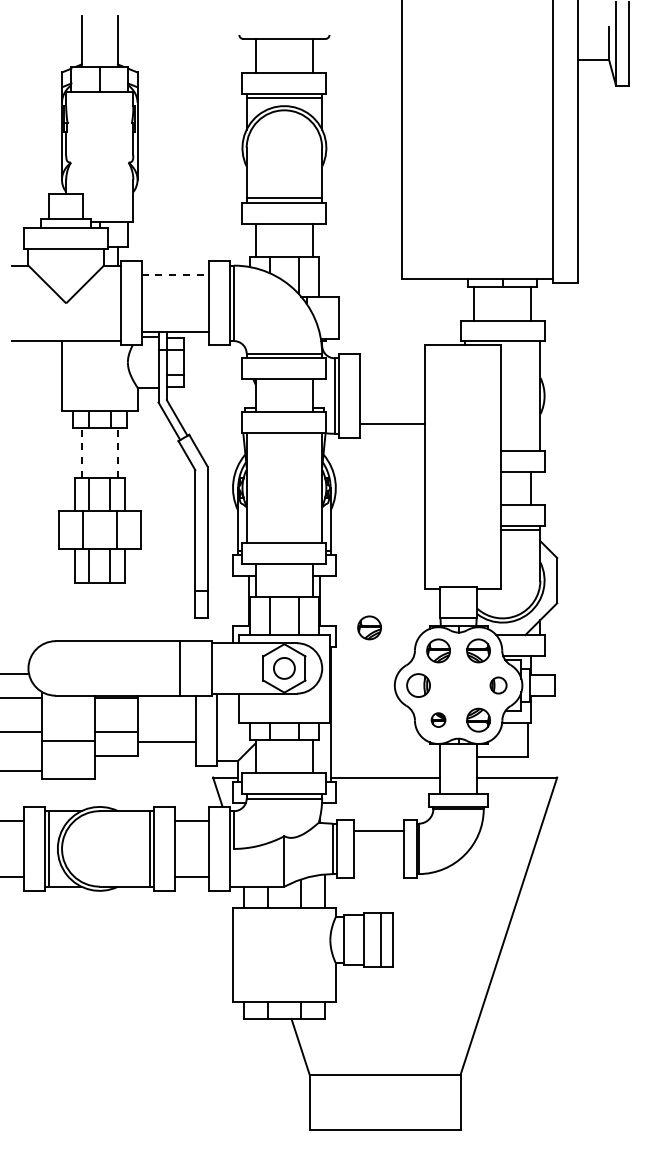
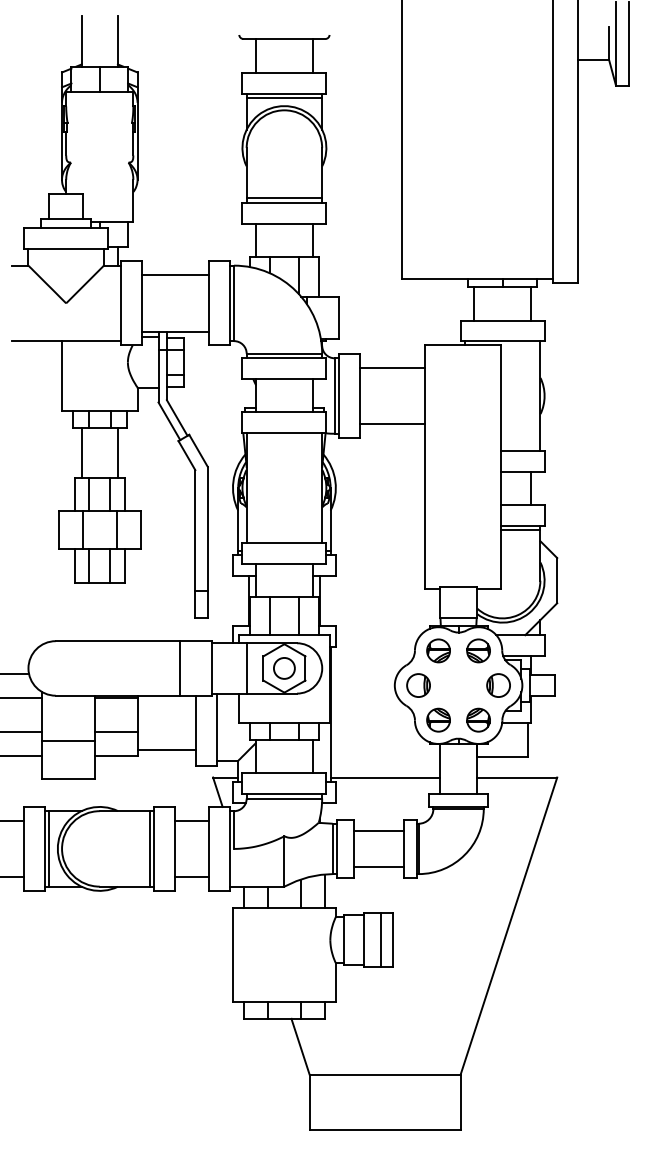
line at (175, 275): dashed -> solid
line at (392, 367): none -> present
line at (81, 452): dashed -> solid
line at (117, 452): dashed -> solid
part at (369, 627): present -> none
line at (246, 668): none -> present
part at (498, 685) size: 19x19 px -> 25x25 px
part at (438, 719) size: 17x16 px -> 25x26 px
line at (166, 741) position: (166, 741) -> (166, 749)
line at (22, 770) position: (22, 770) -> (22, 755)
line at (378, 867): none -> present
